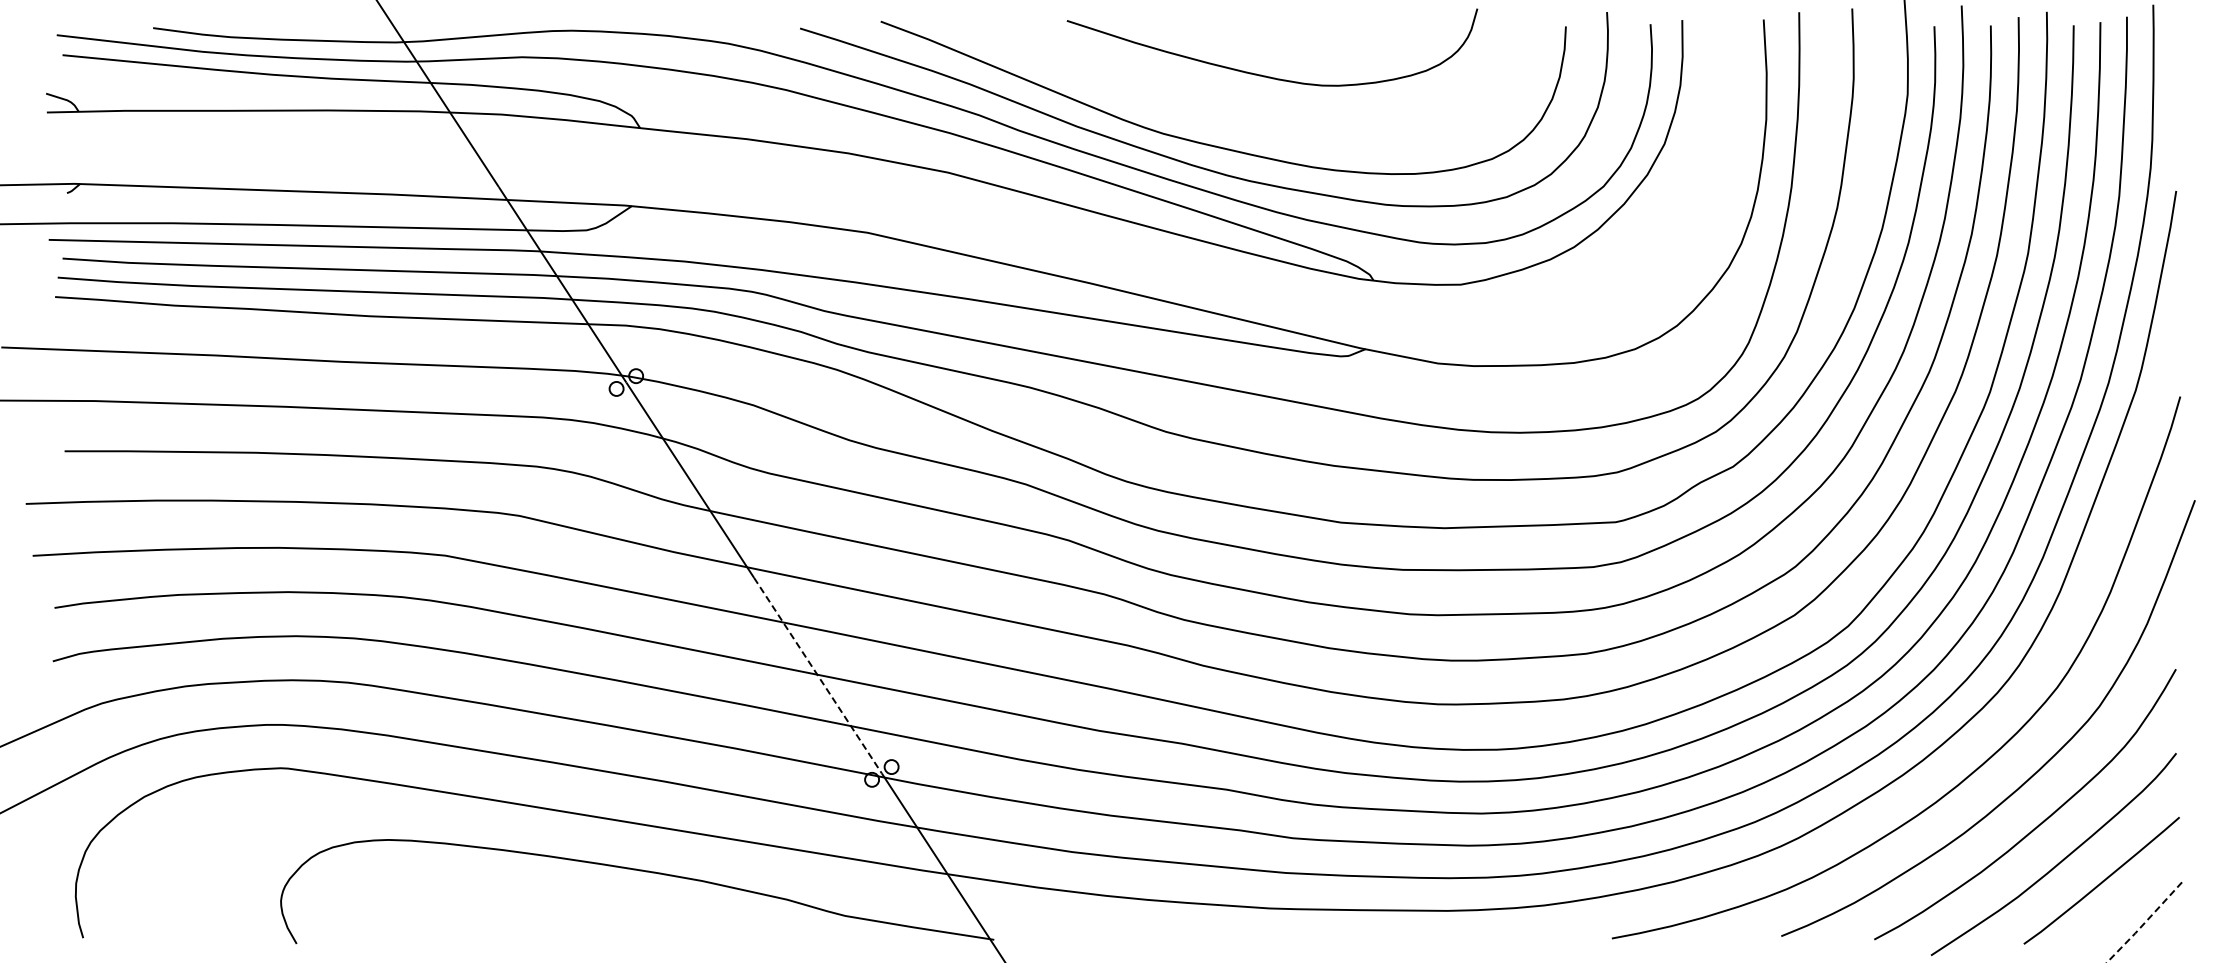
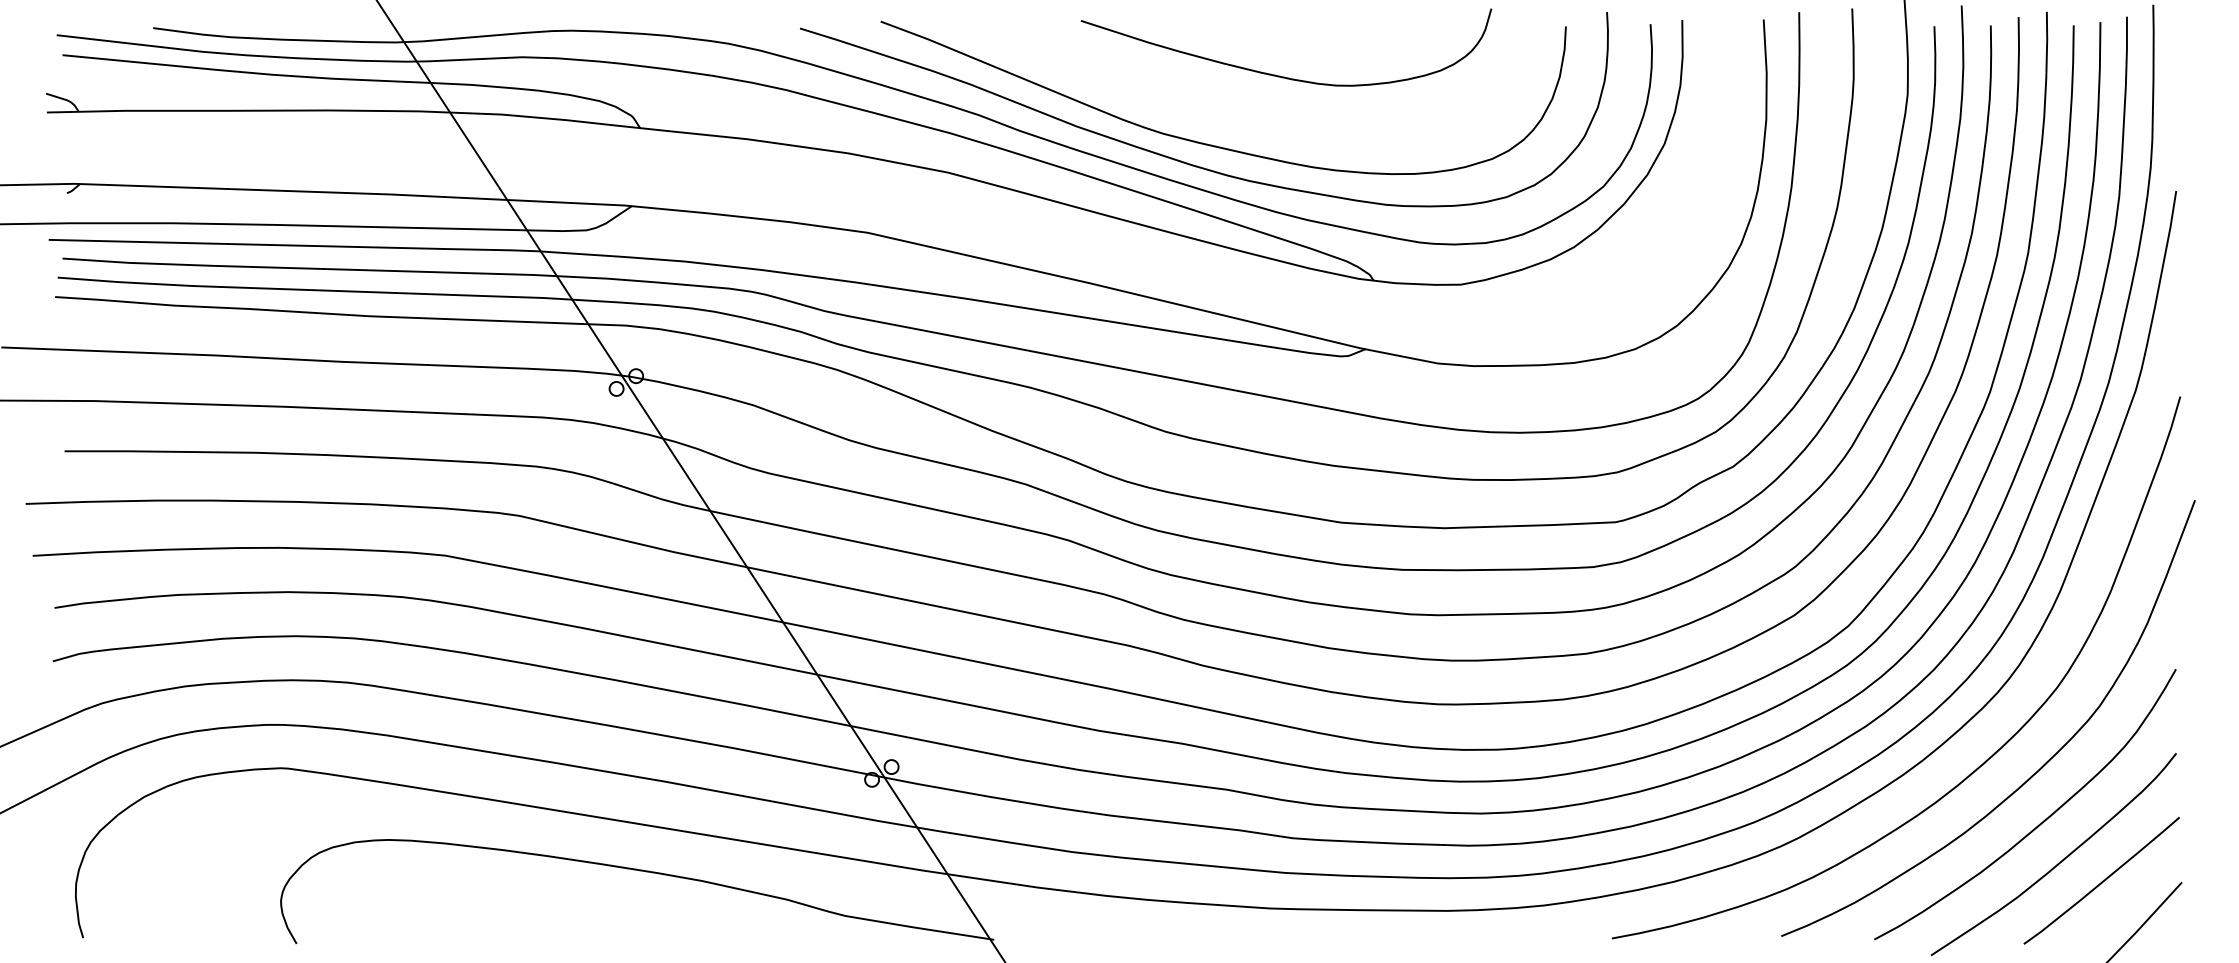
curve at (1266, 75) position: (1266, 75) -> (1280, 75)
line at (817, 675): dashed -> solid
line at (2144, 923): dashed -> solid
